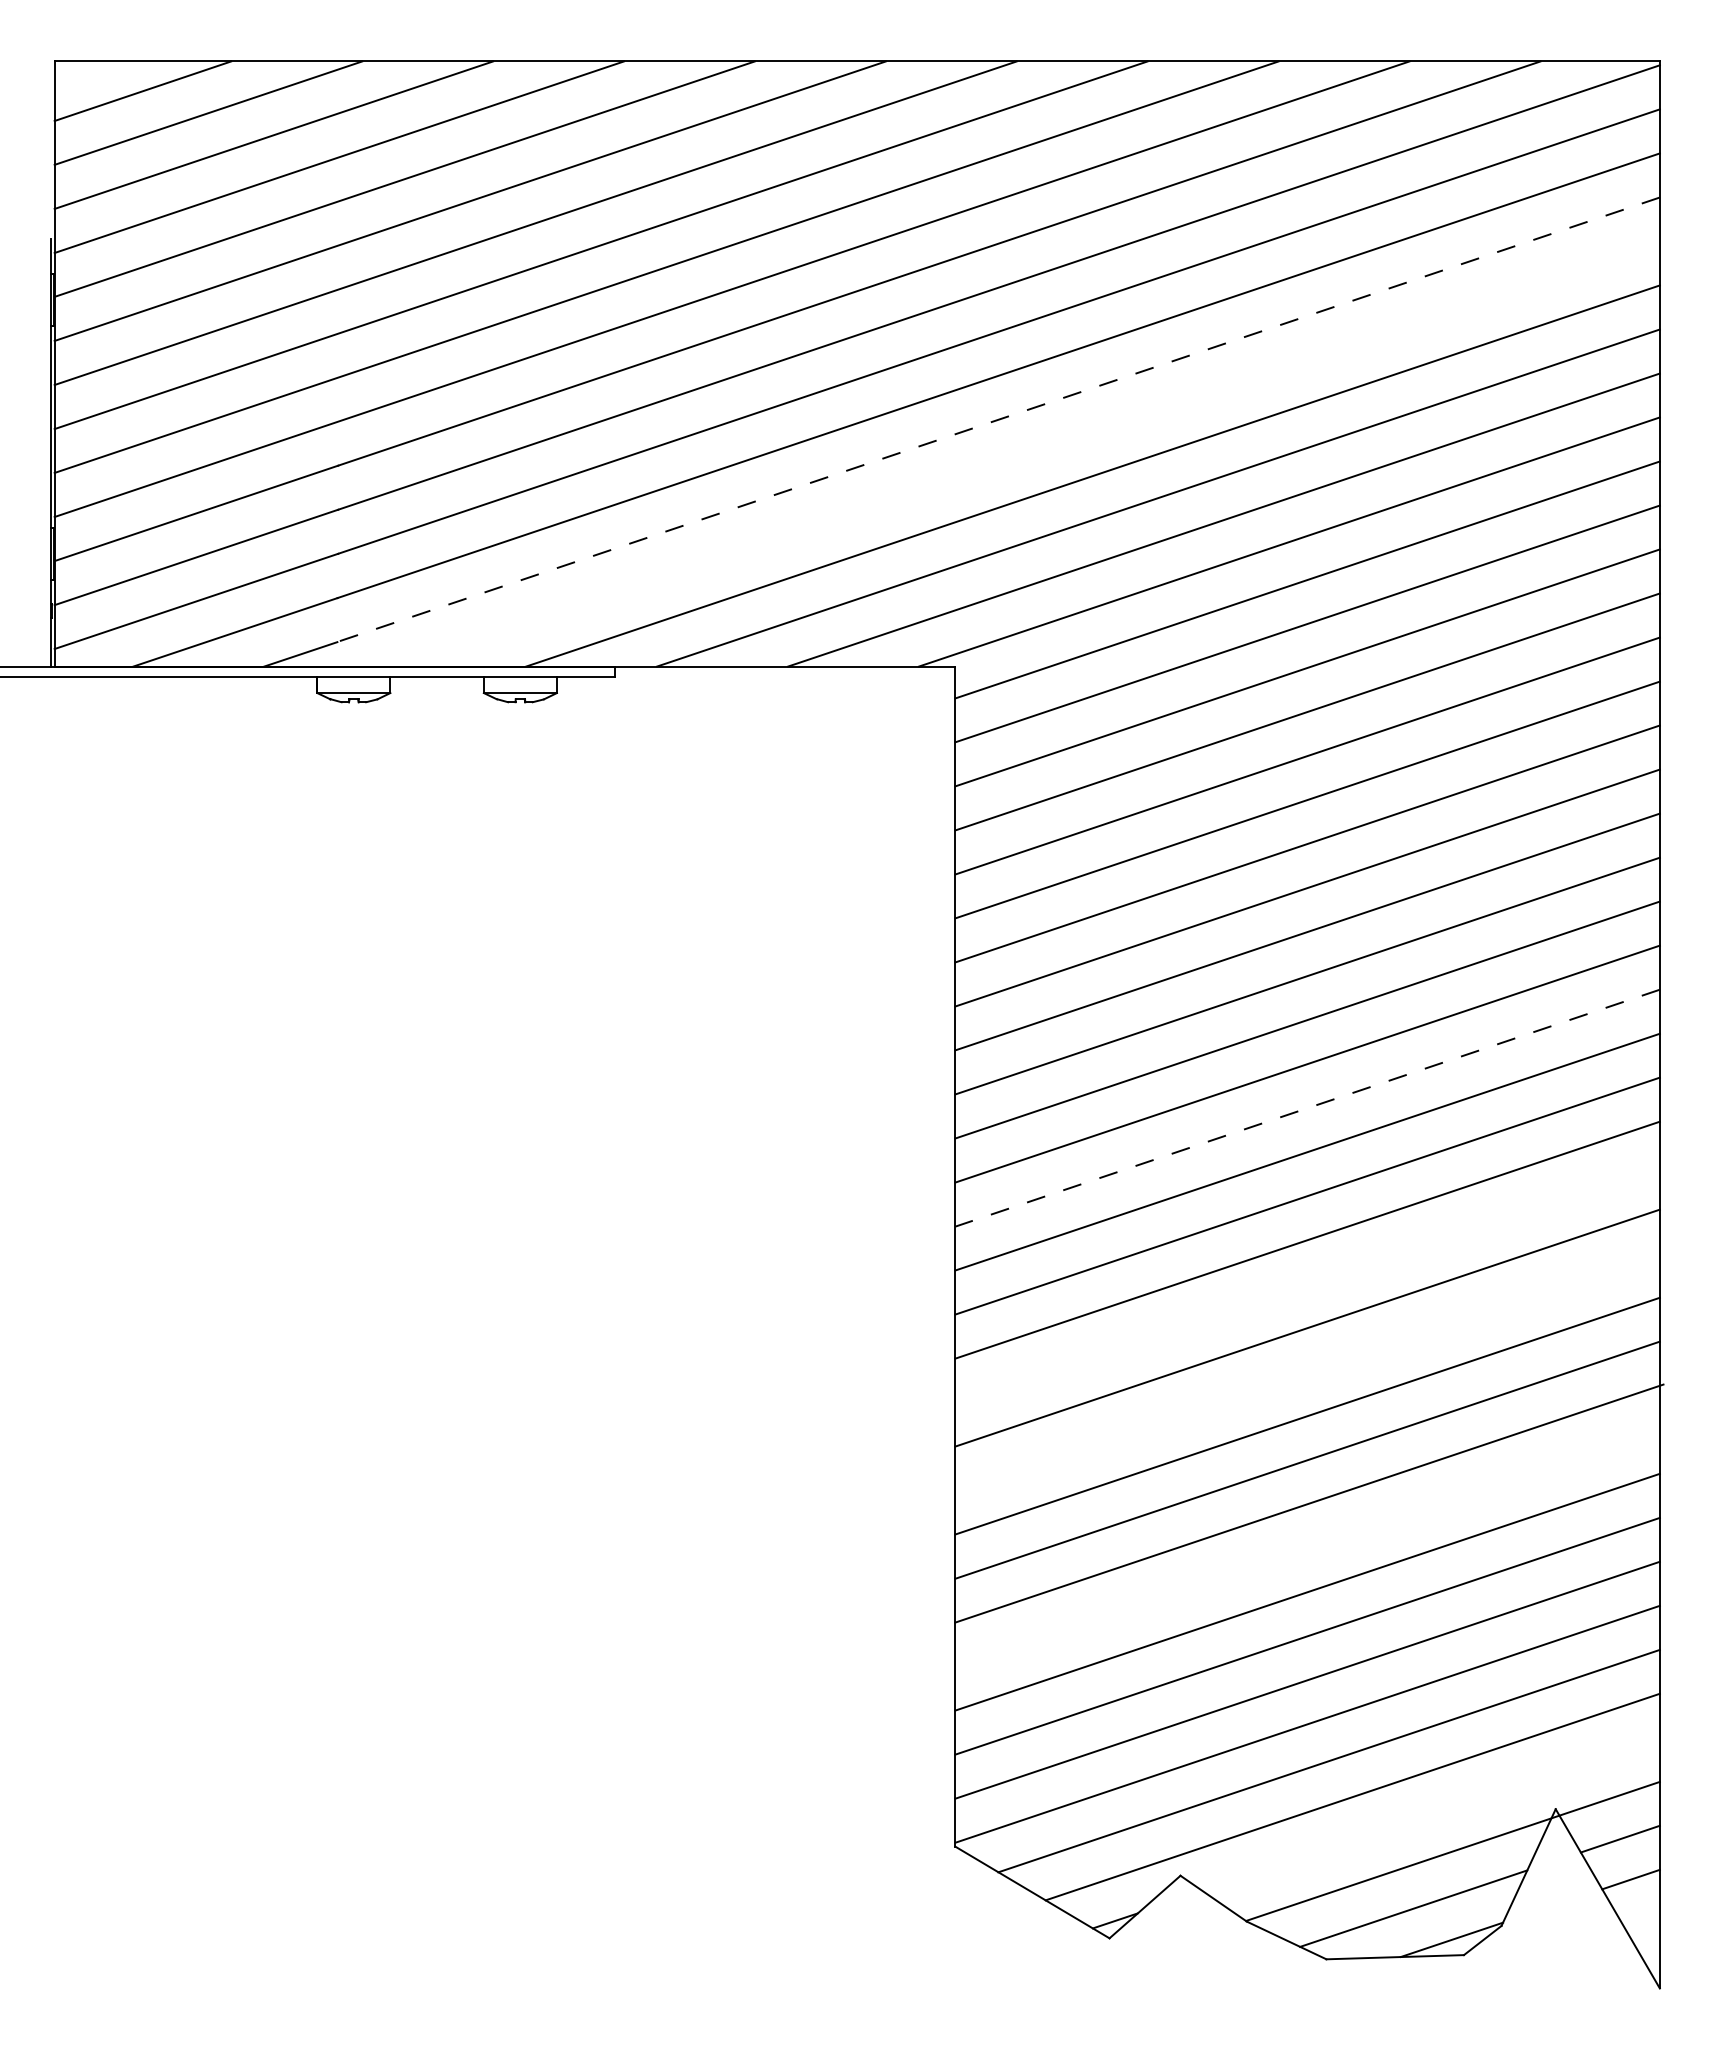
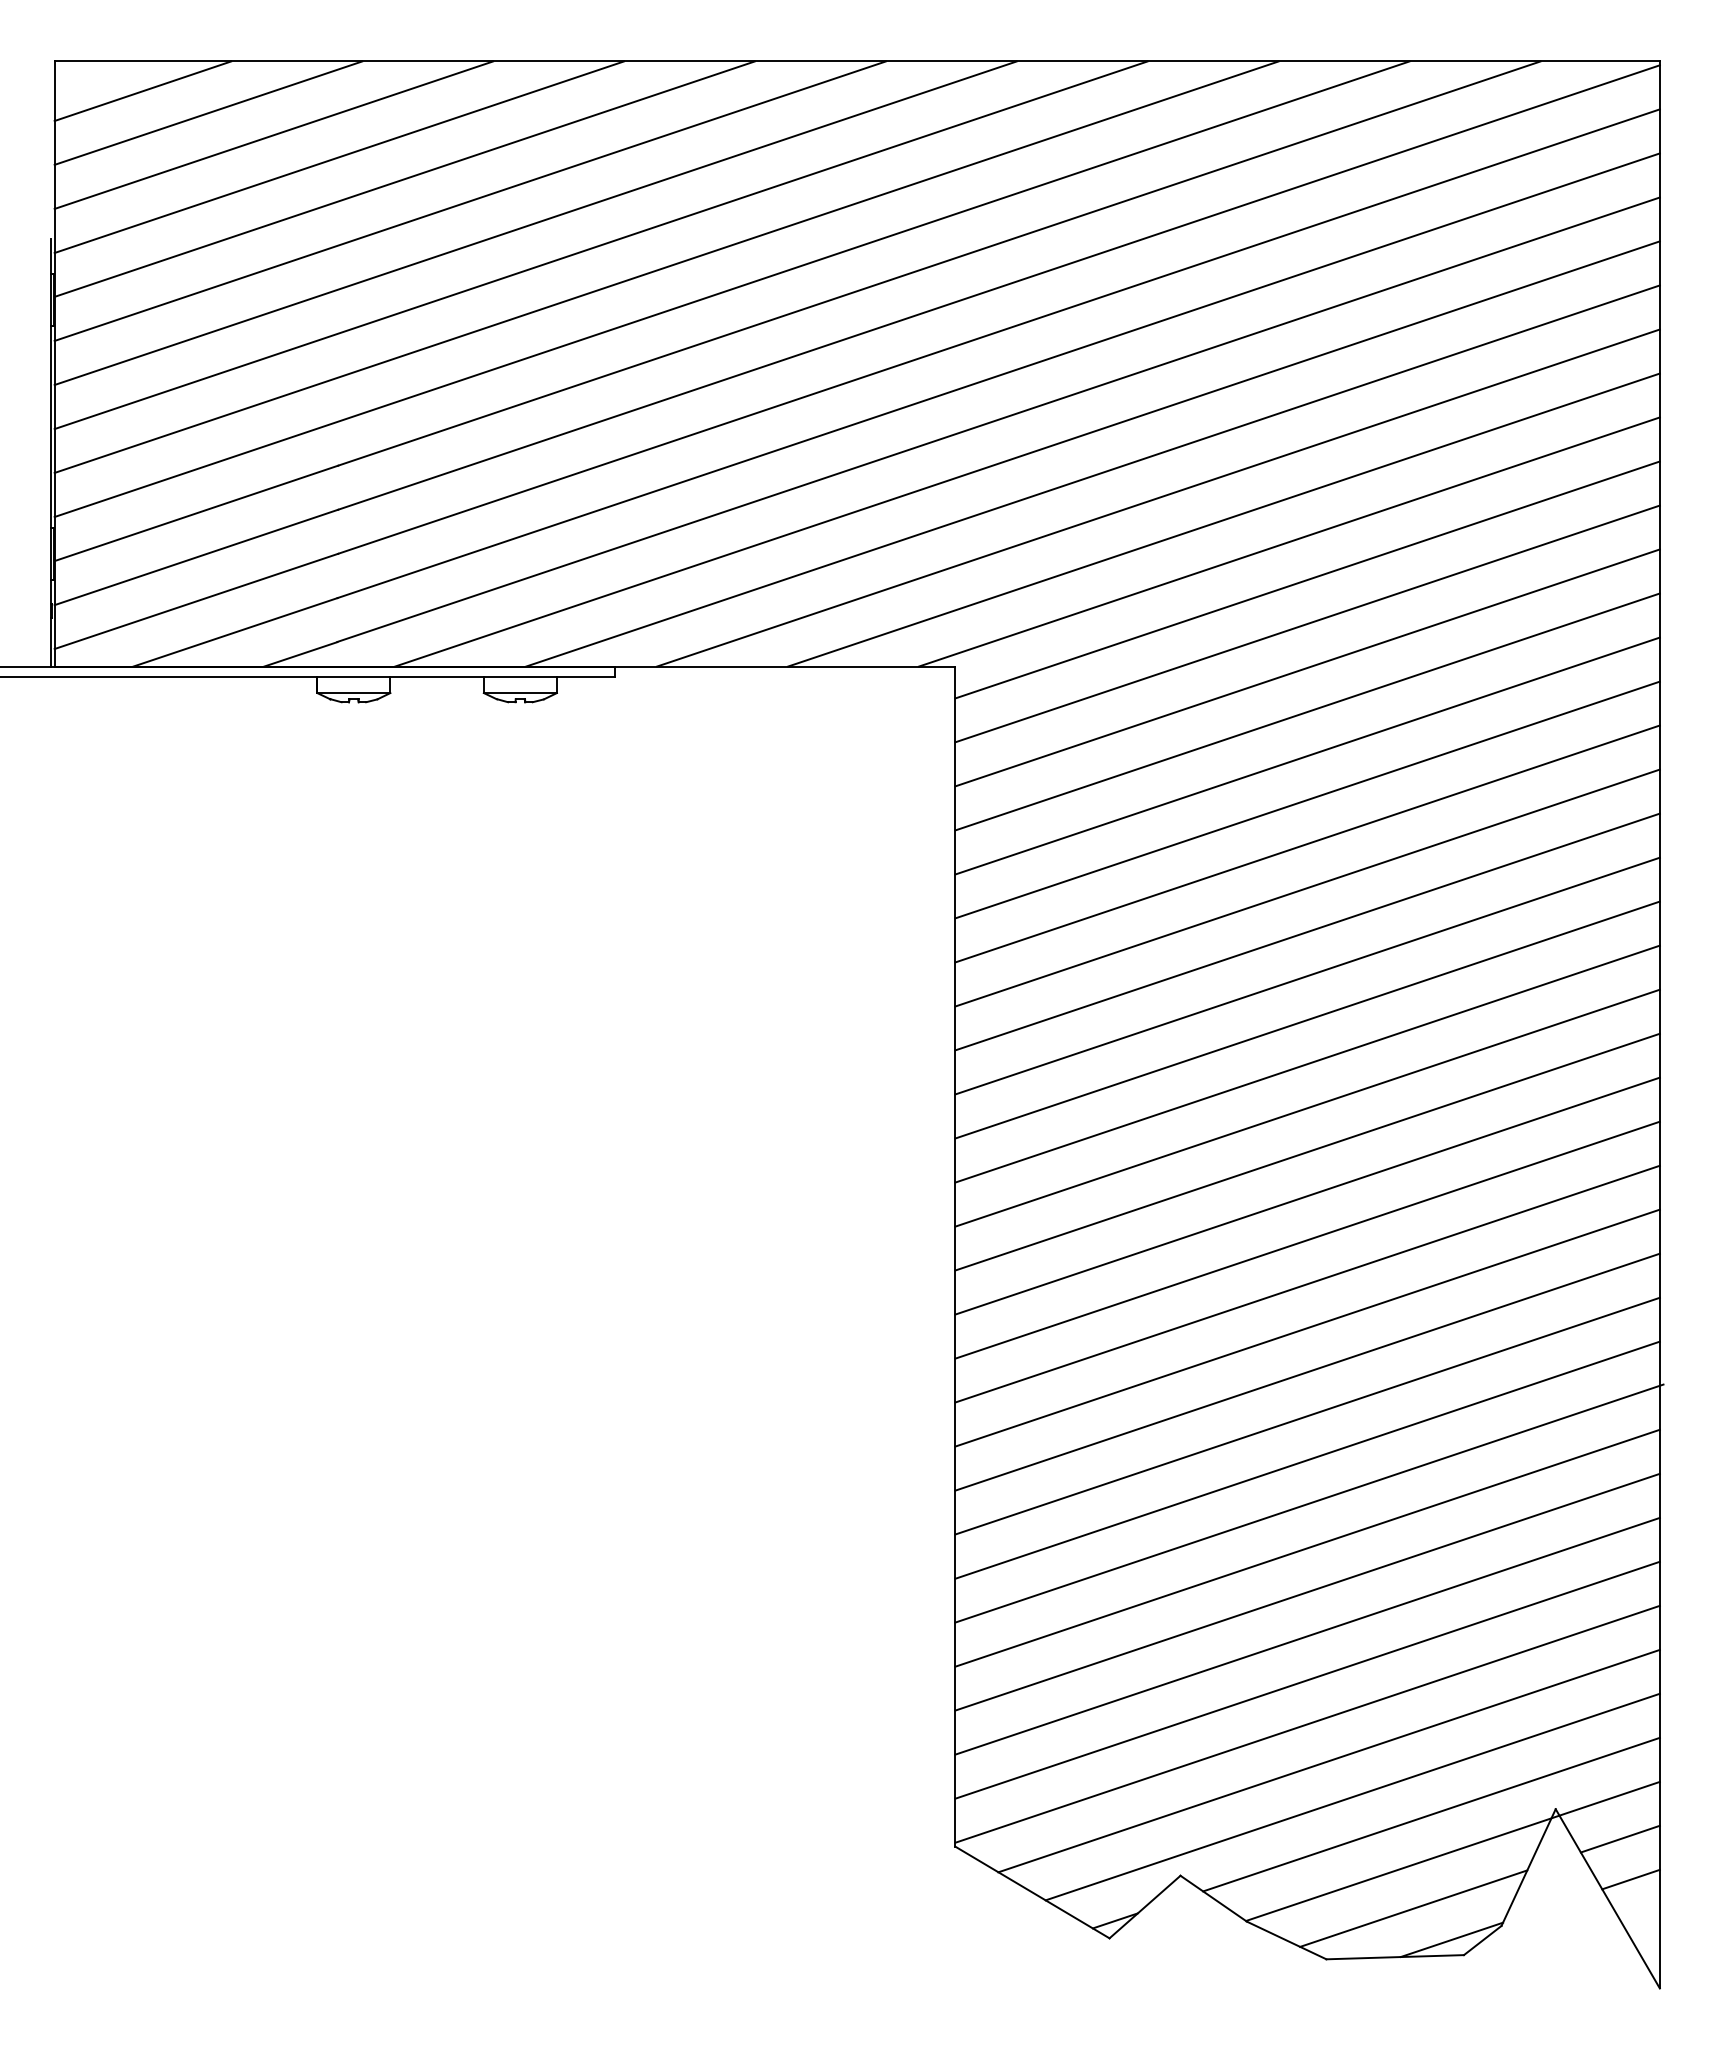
line at (998, 419): dashed -> solid
line at (1027, 453): none -> present
line at (1307, 1108): dashed -> solid
line at (1307, 1283): none -> present
line at (1307, 1371): none -> present
line at (1307, 1547): none -> present
line at (1431, 1814): none -> present
